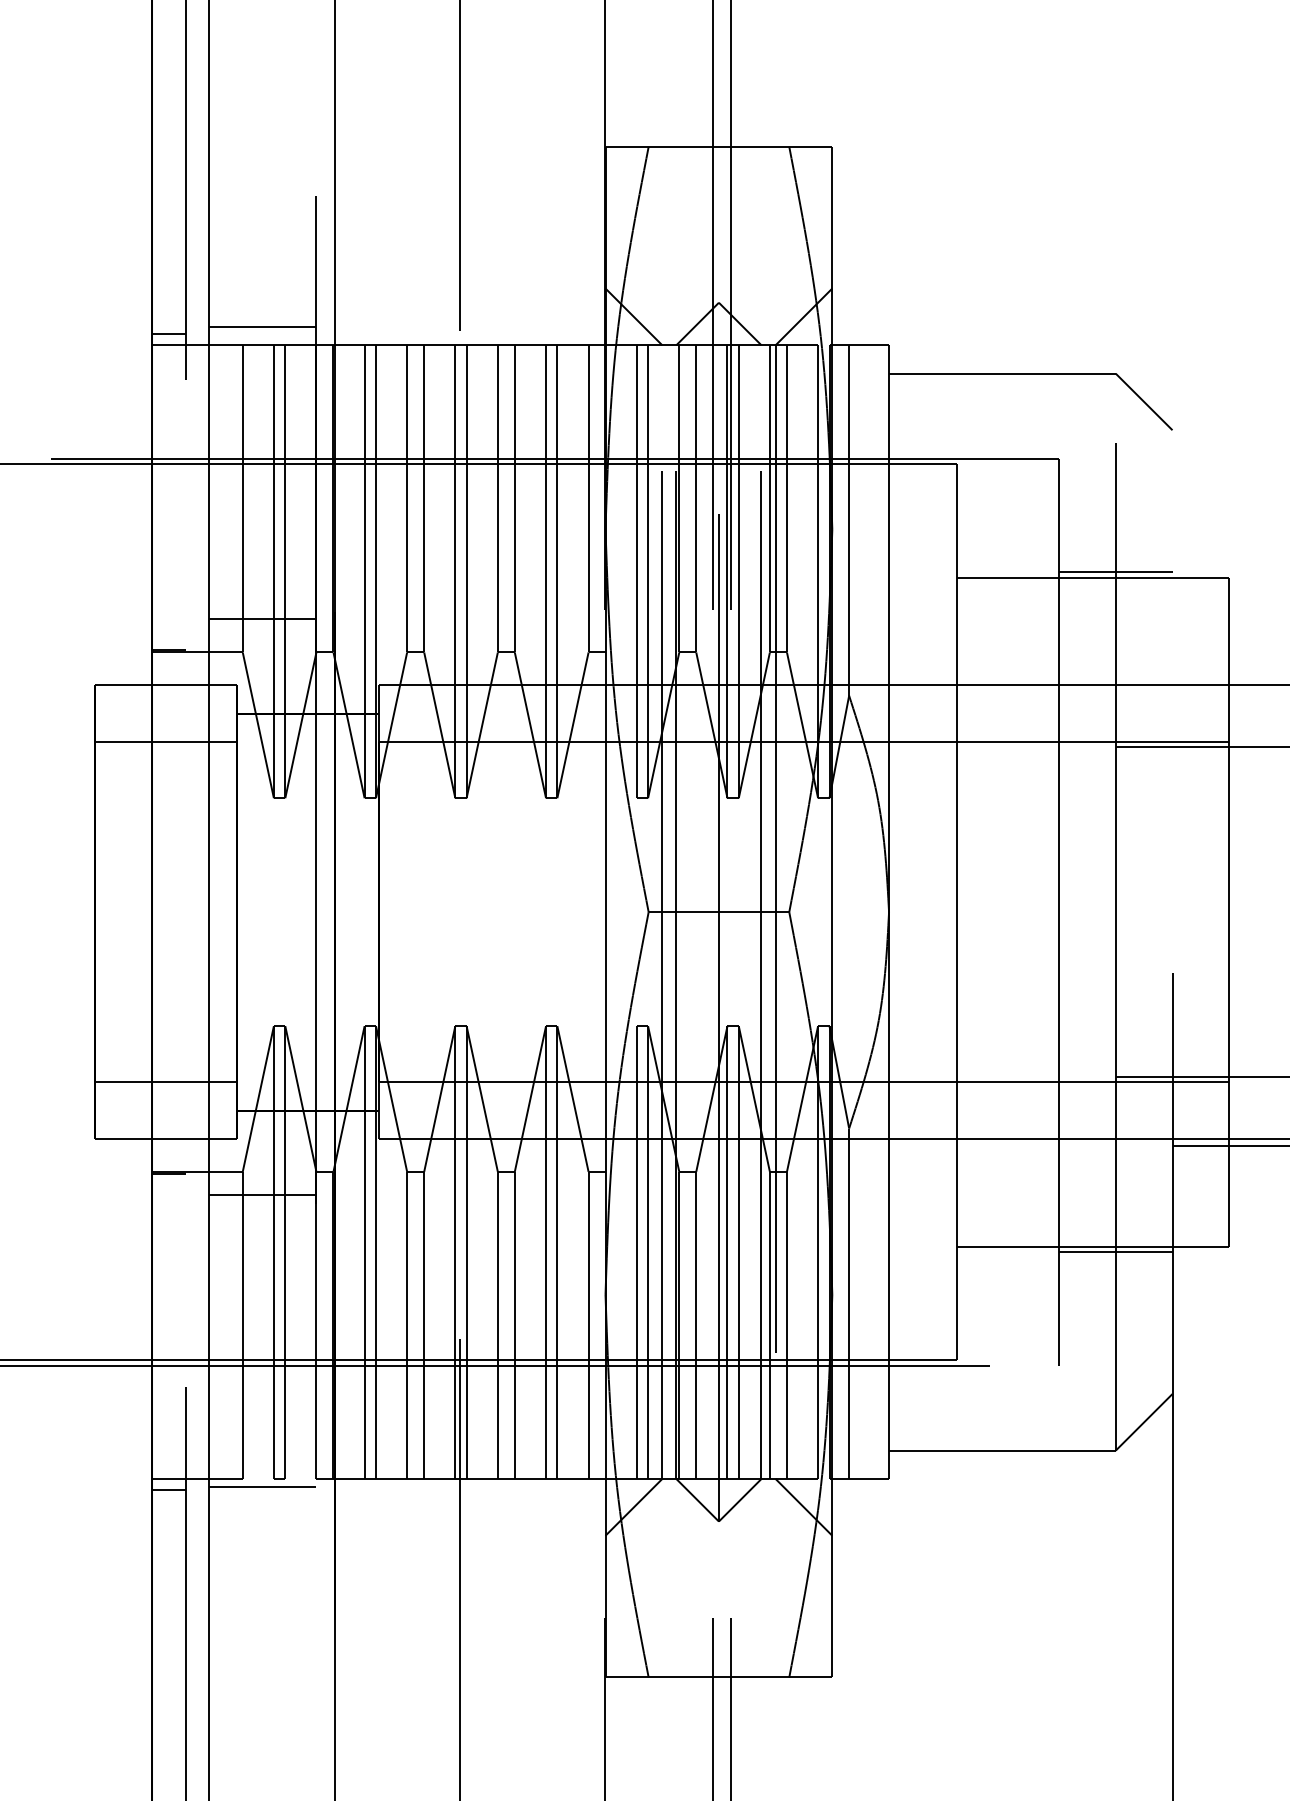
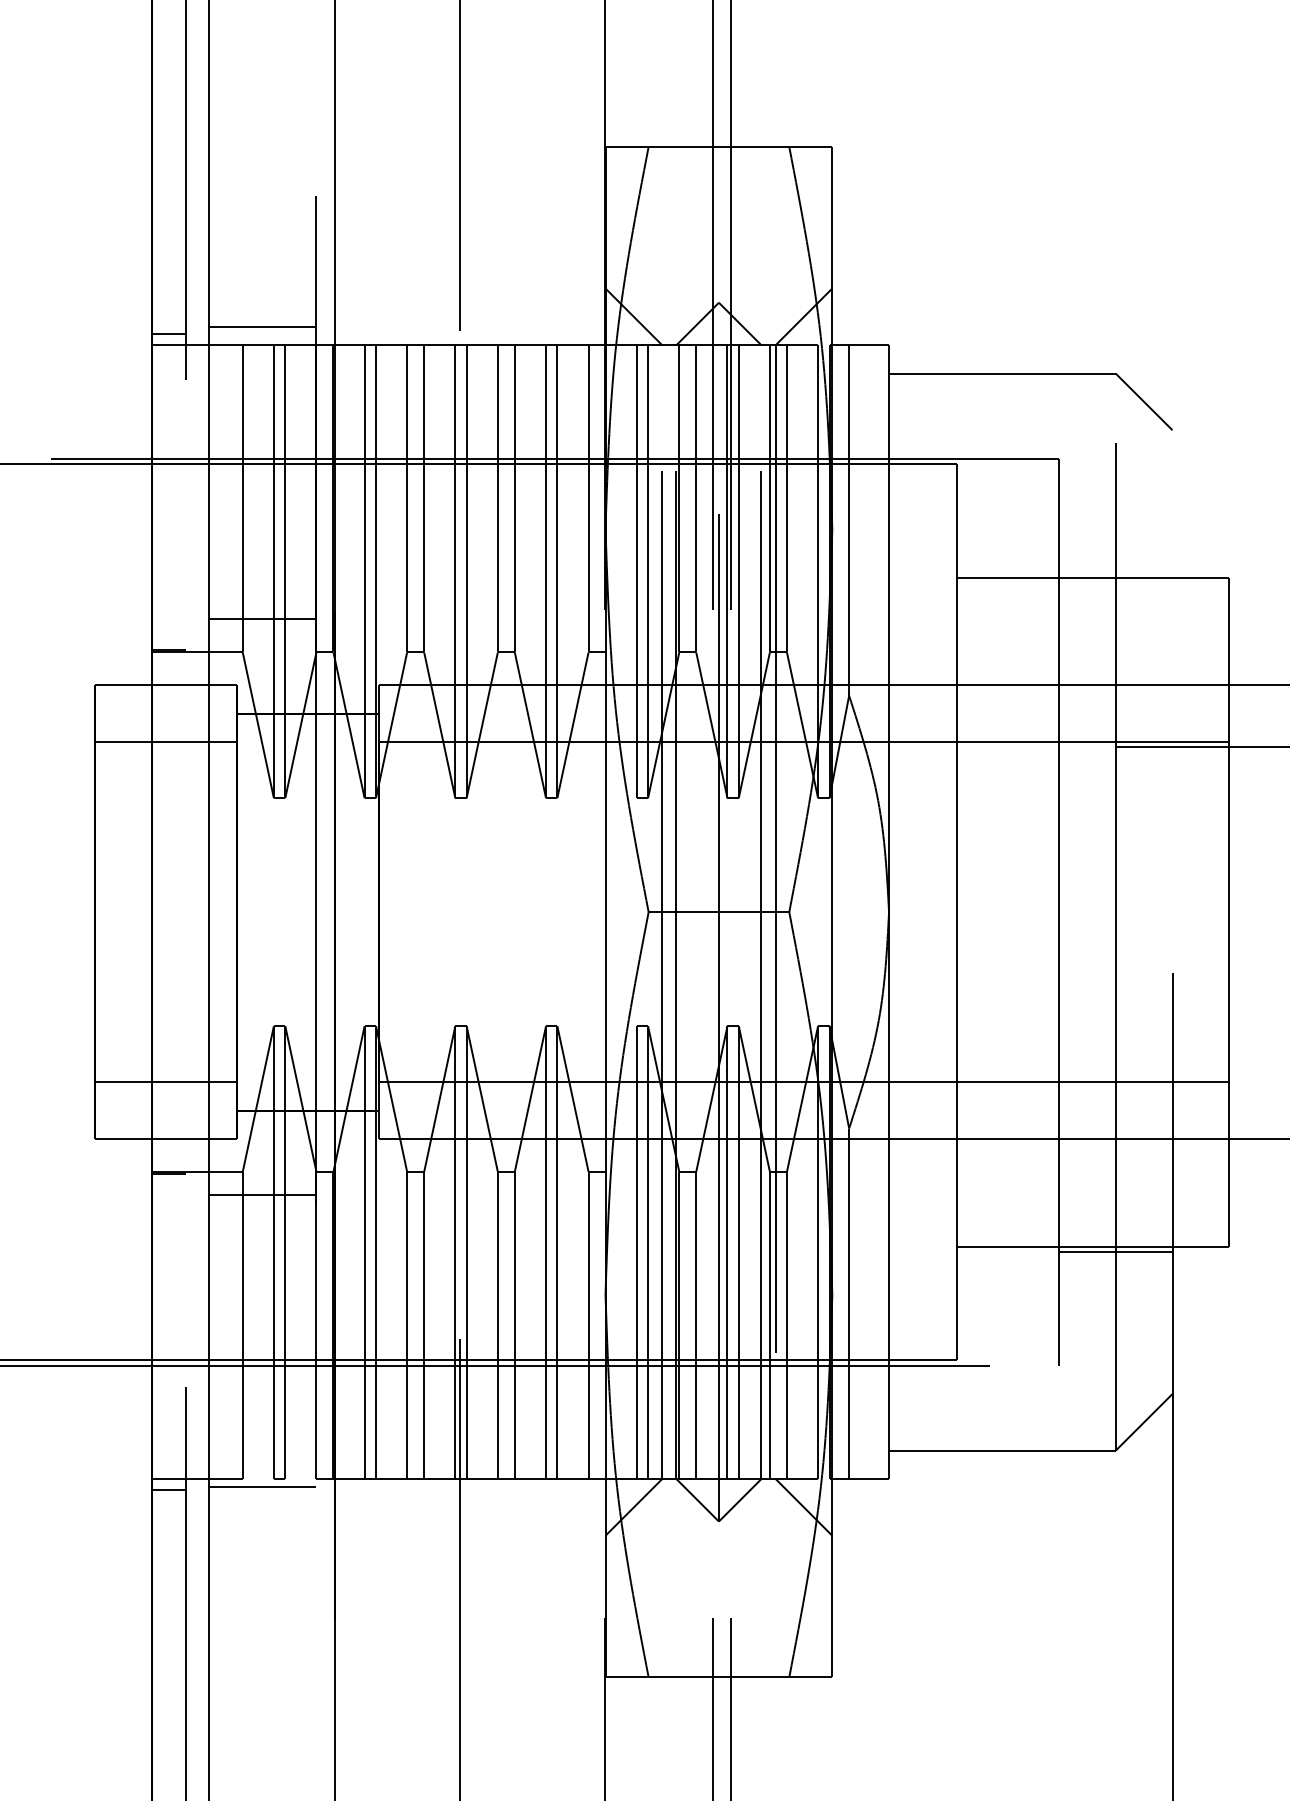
line at (1115, 572): present -> none
line at (1200, 1077): present -> none
line at (1229, 1145): present -> none
